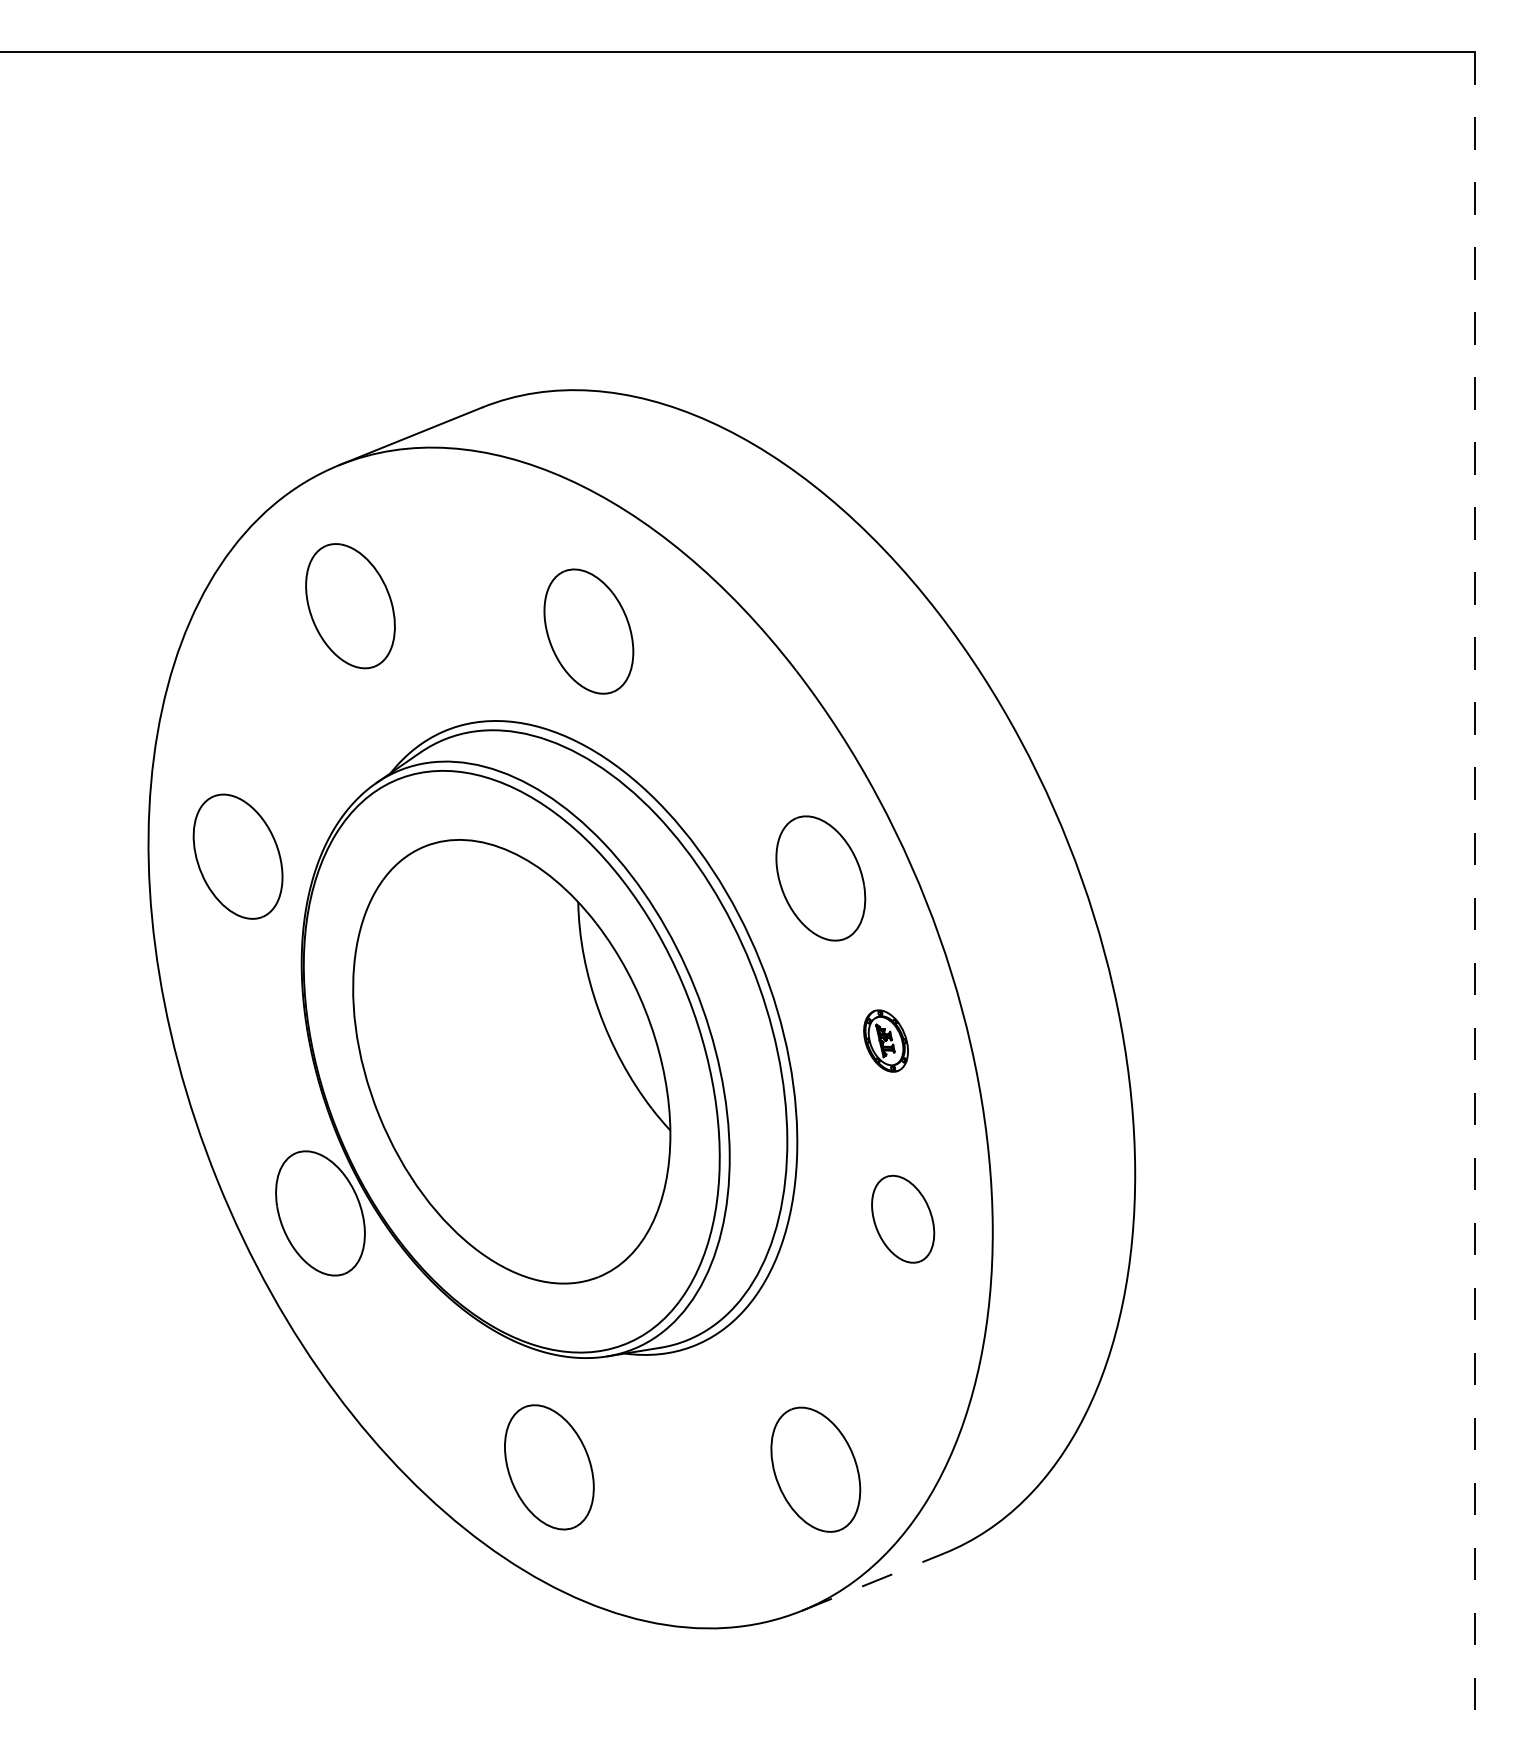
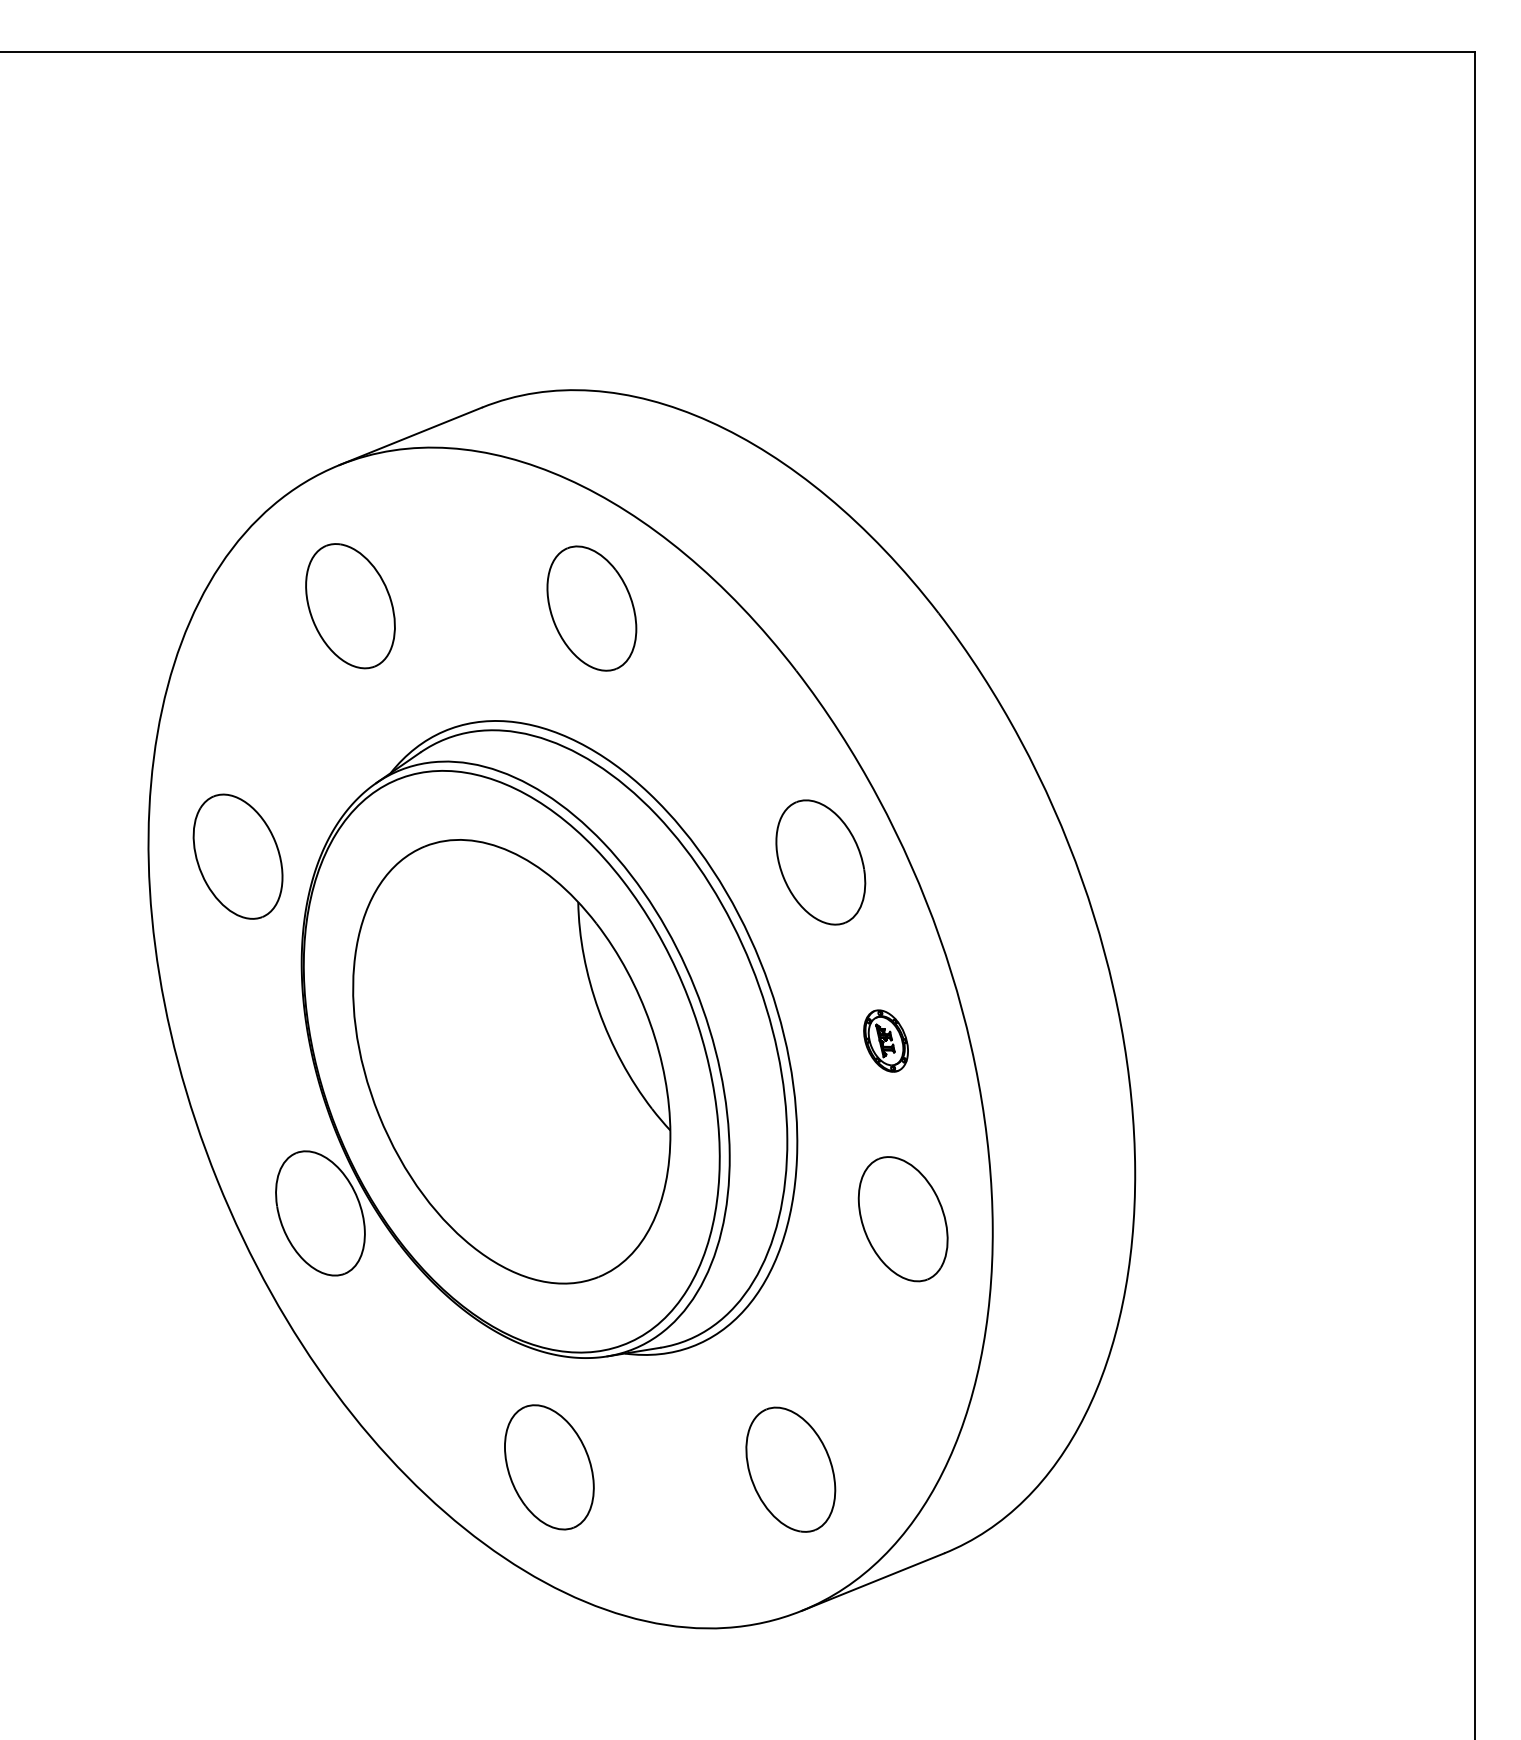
part at (588, 631) position: (588, 631) -> (591, 608)
part at (820, 878) position: (820, 878) -> (820, 862)
line at (1475, 895): dashed -> solid
part at (903, 1218) size: 65x90 px -> 92x127 px
part at (815, 1469) position: (815, 1469) -> (790, 1469)
line at (873, 1582): dashed -> solid
